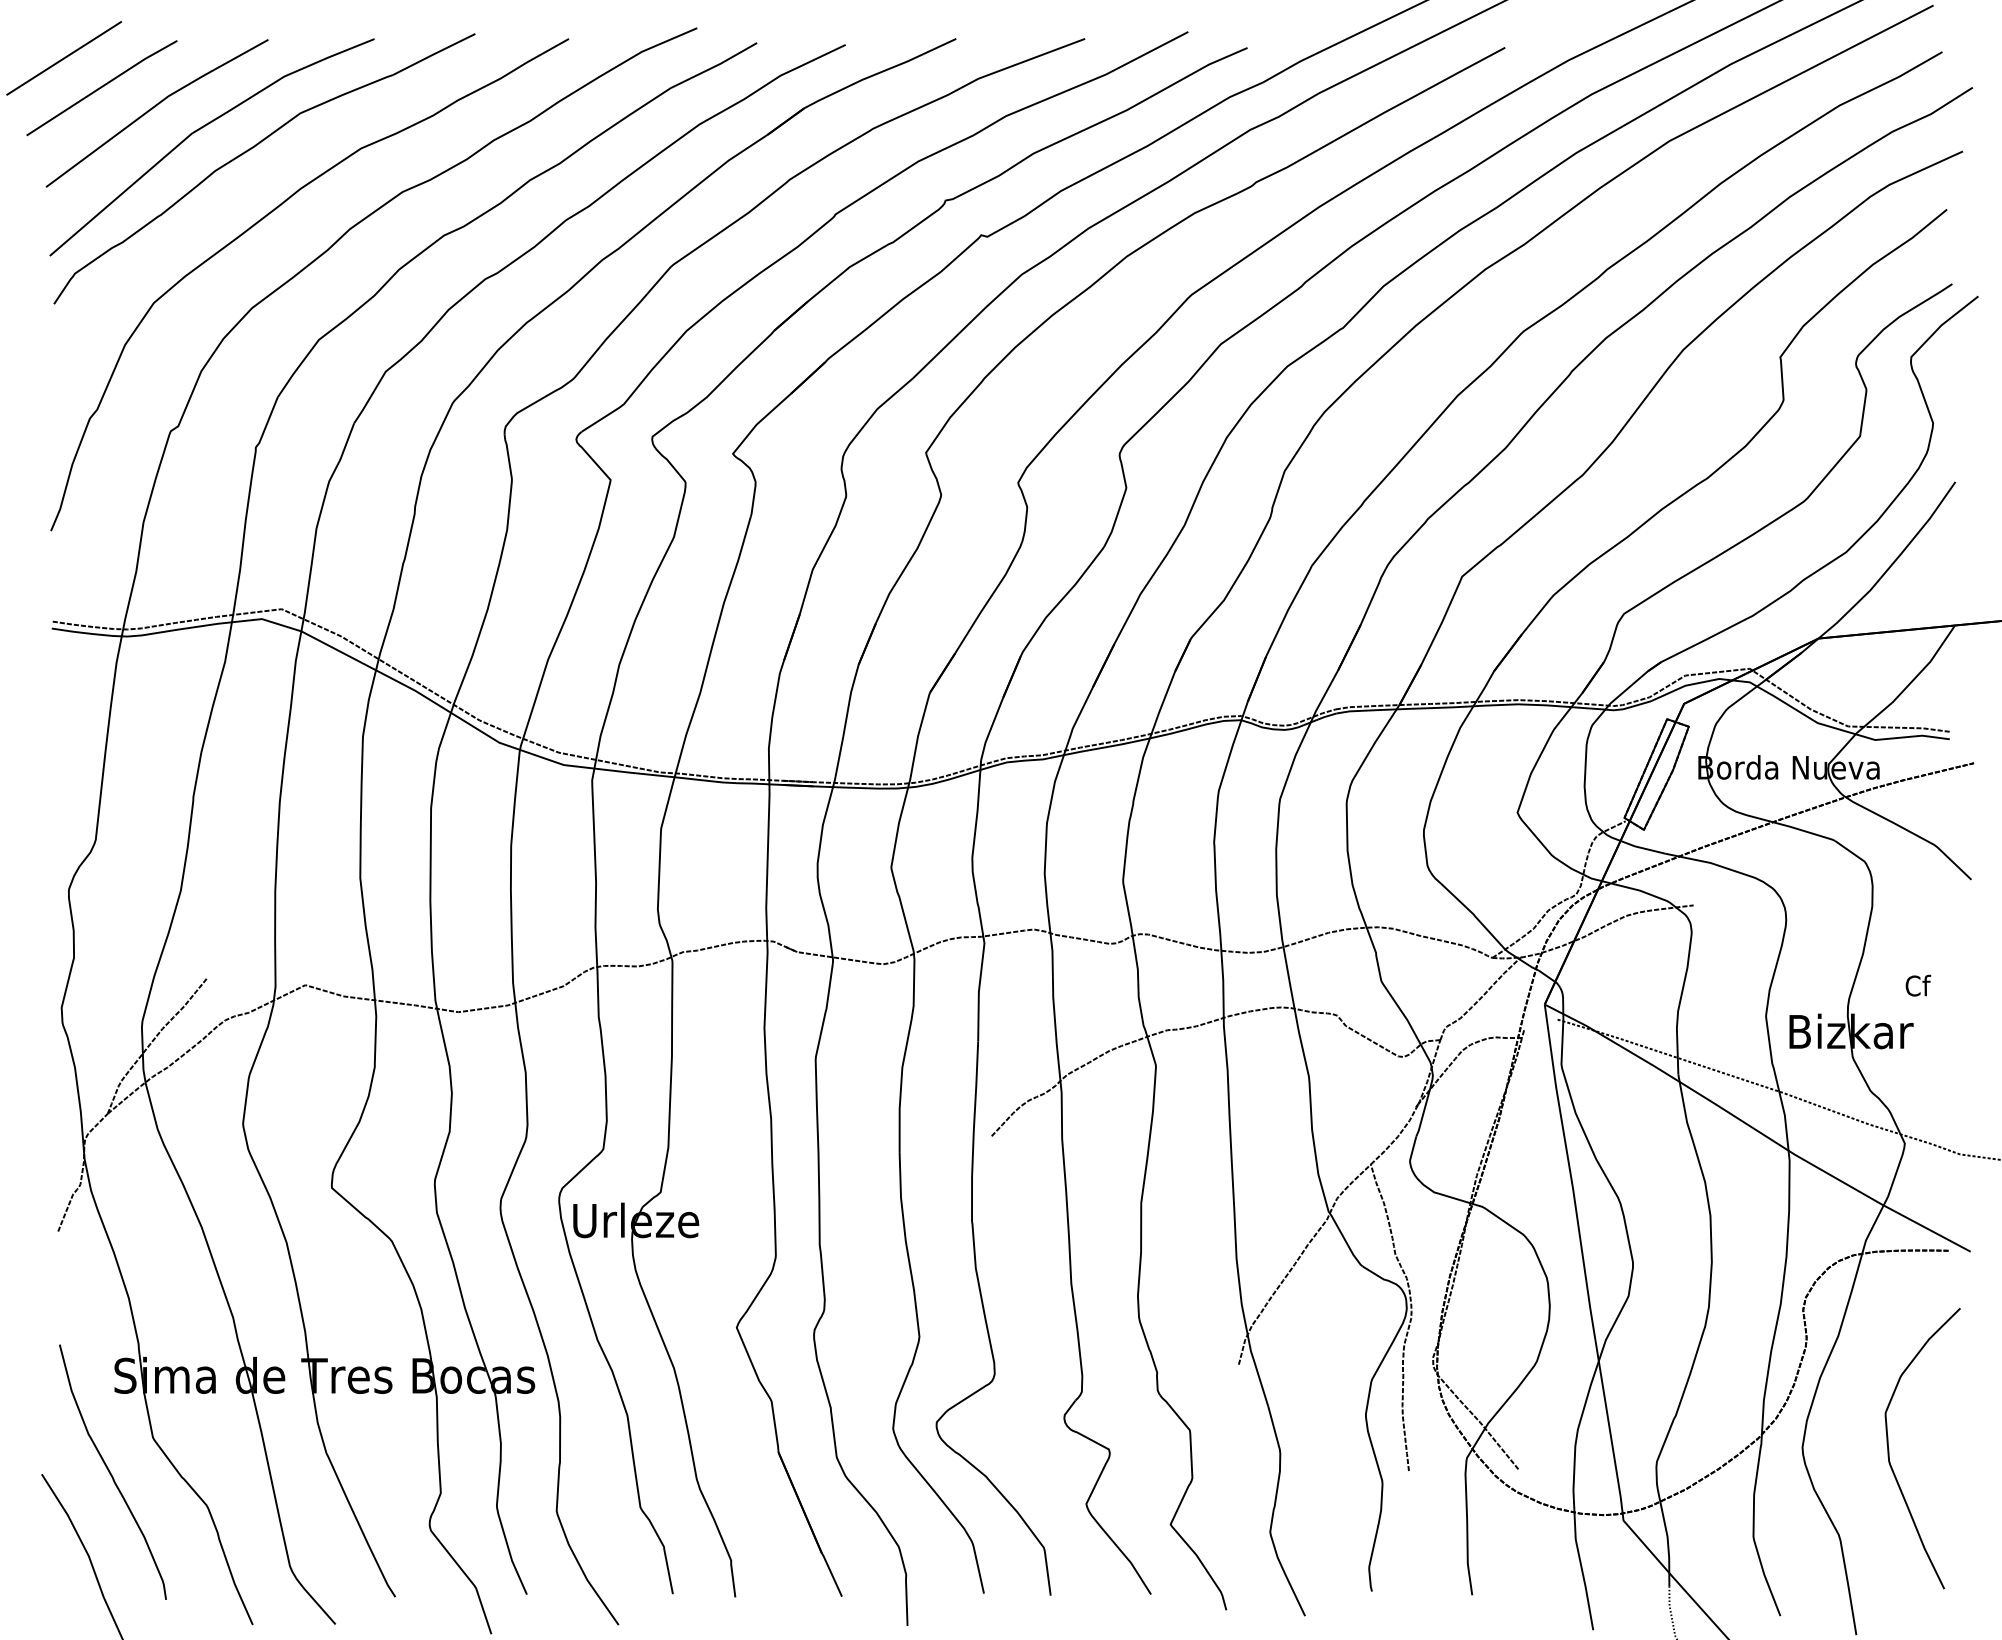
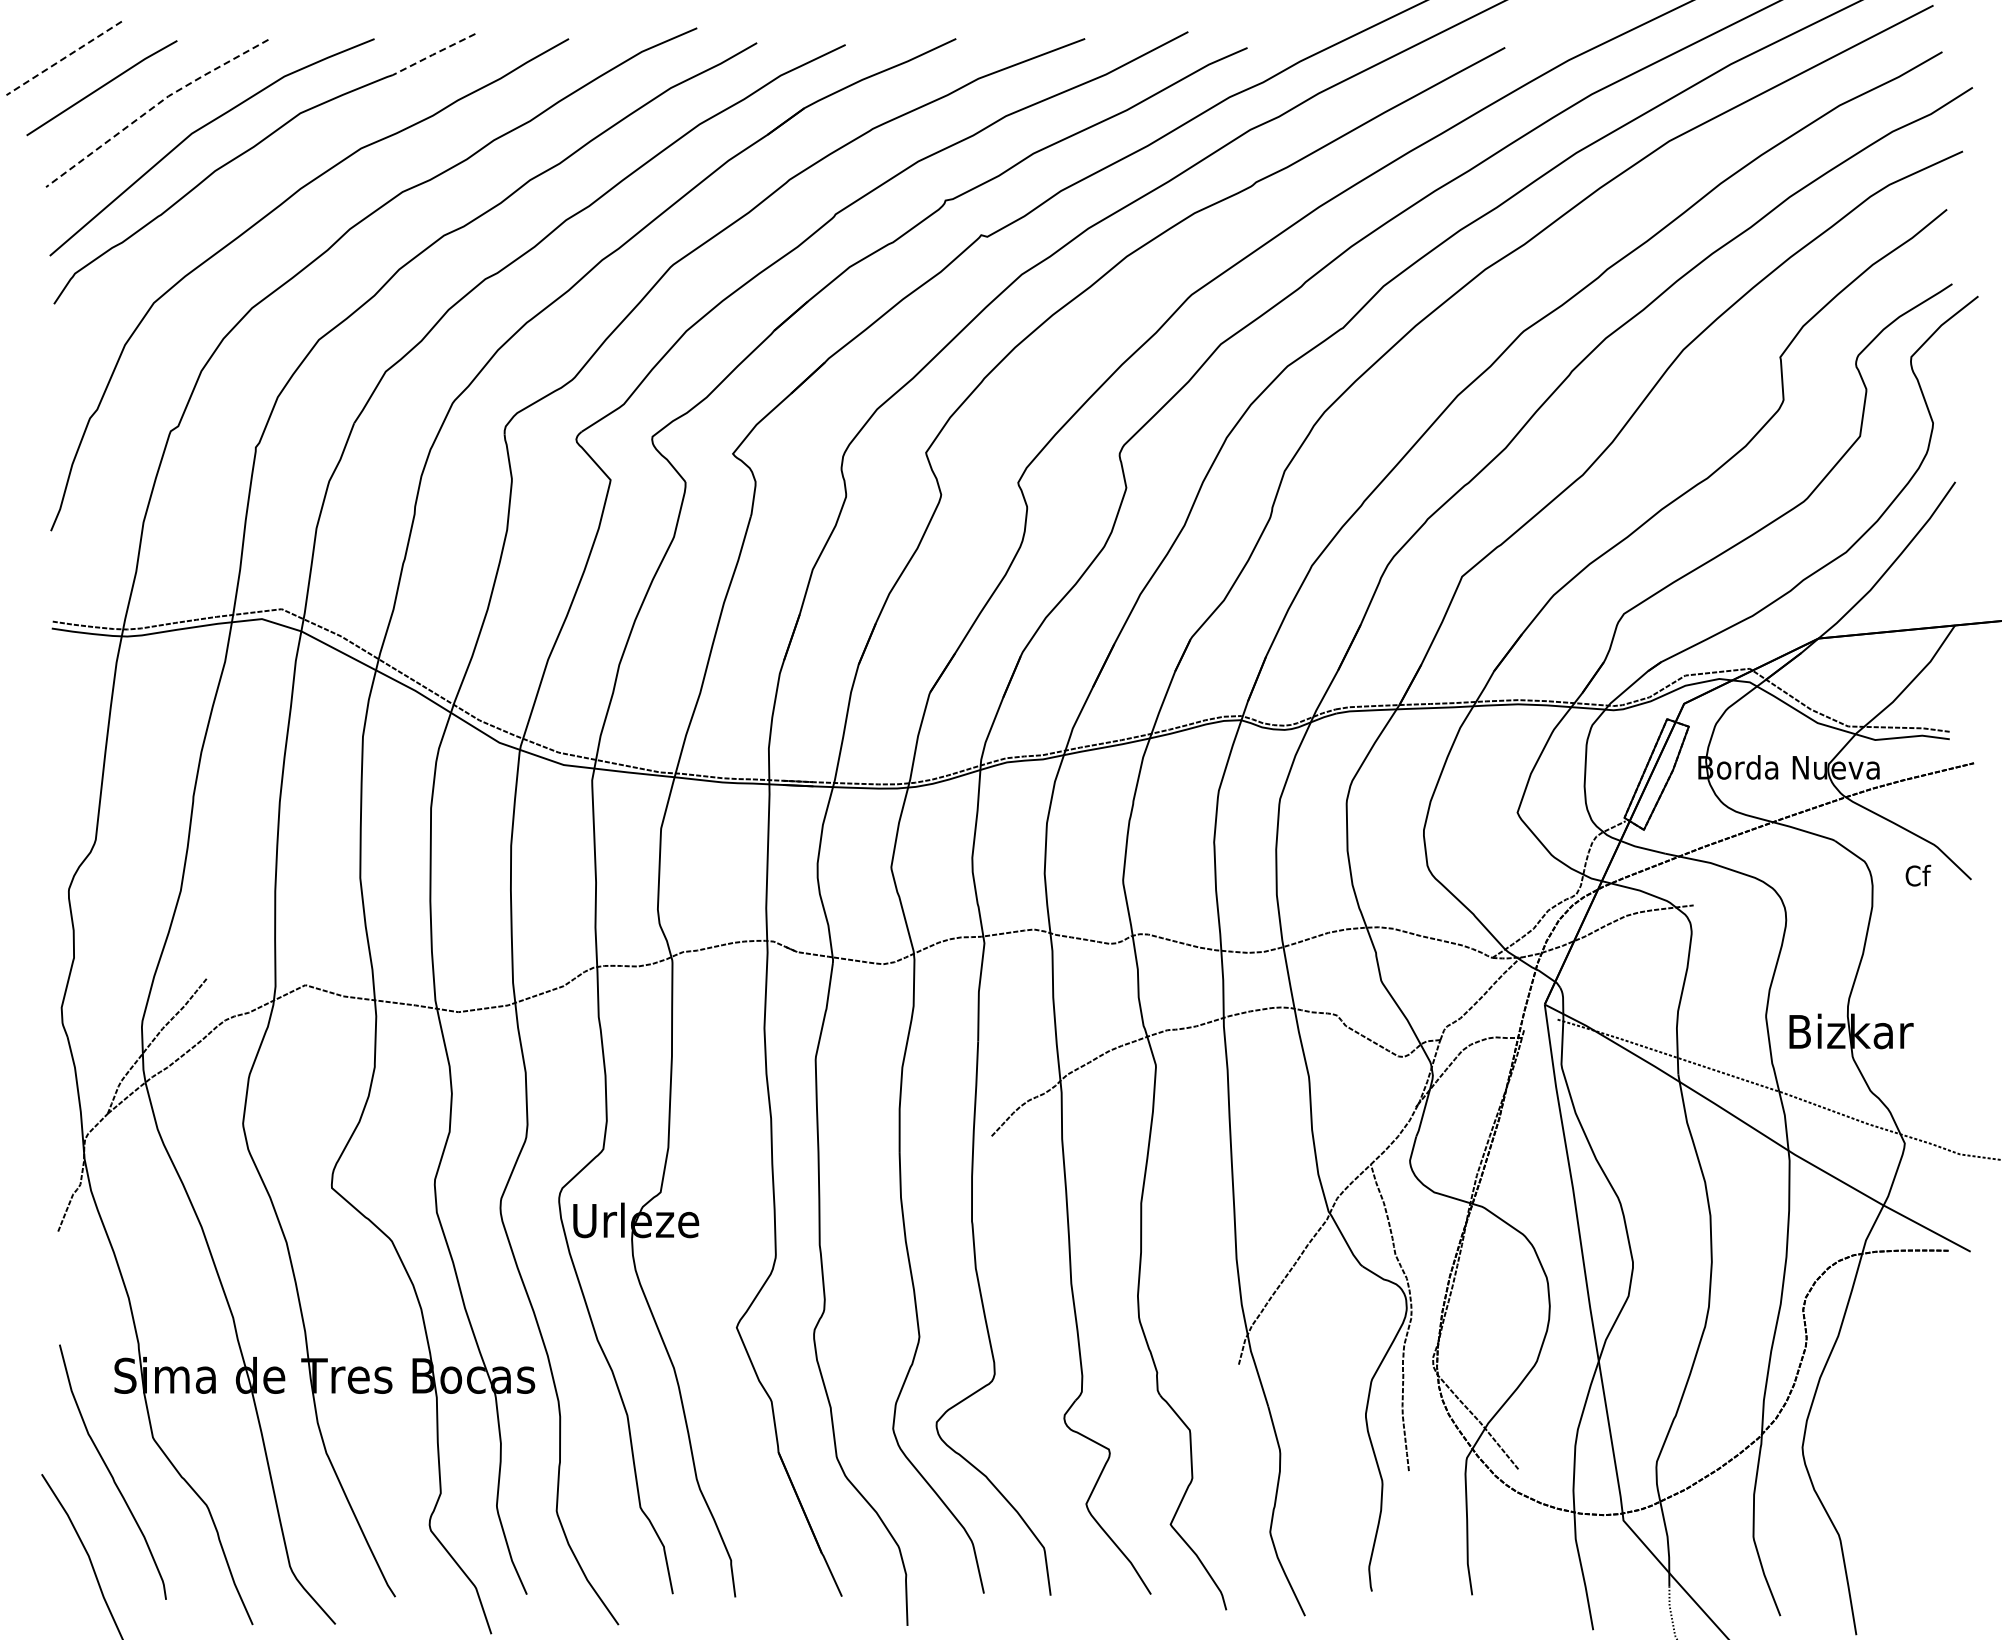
line at (433, 54): solid -> dashed
line at (63, 58): solid -> dashed
line at (154, 106): solid -> dashed
text at (1918, 985) position: (1918, 985) -> (1918, 875)
curve at (1889, 1449): present -> none
